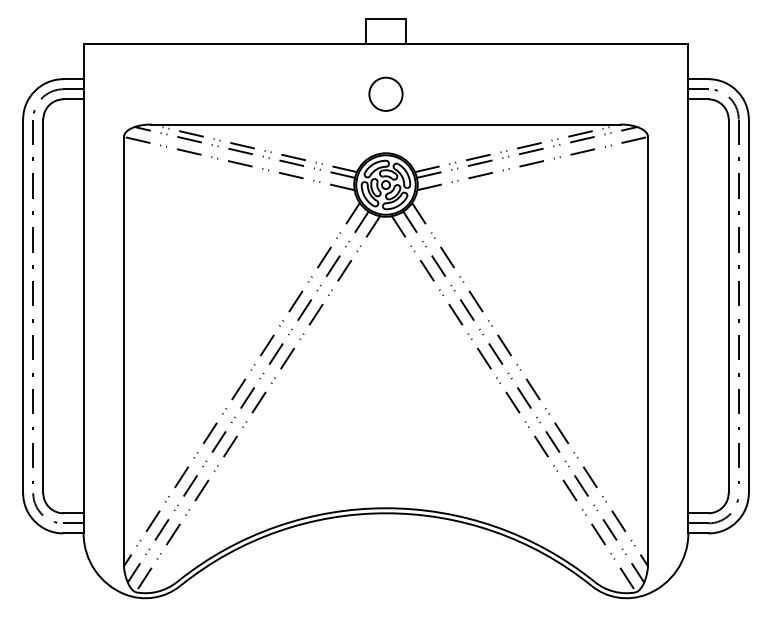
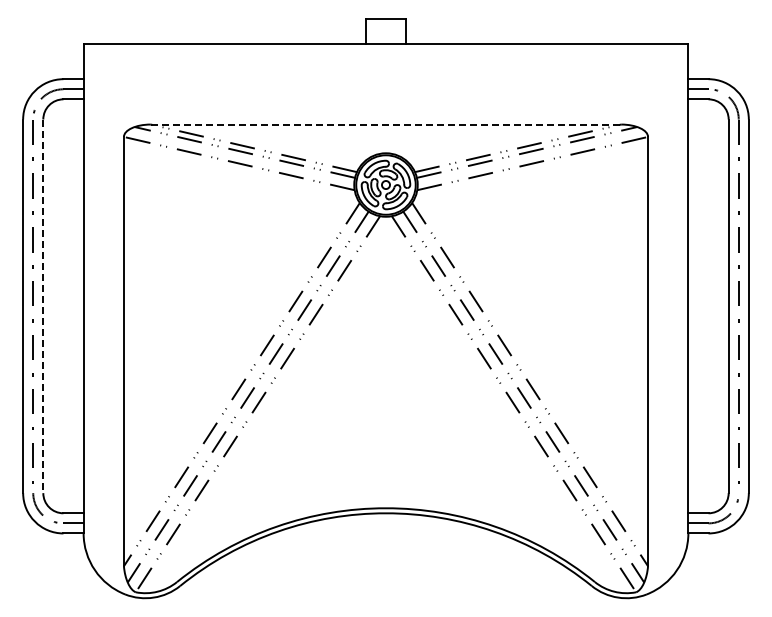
circle at (385, 93): present -> none
line at (386, 124): solid -> dashed
line at (43, 306): solid -> dashed
